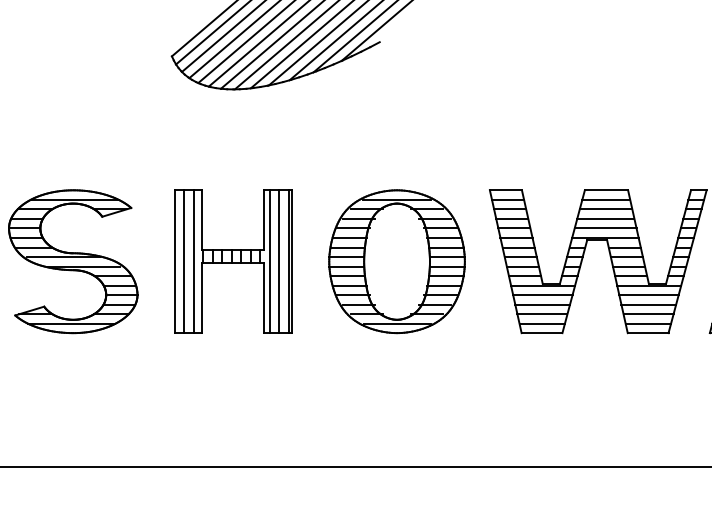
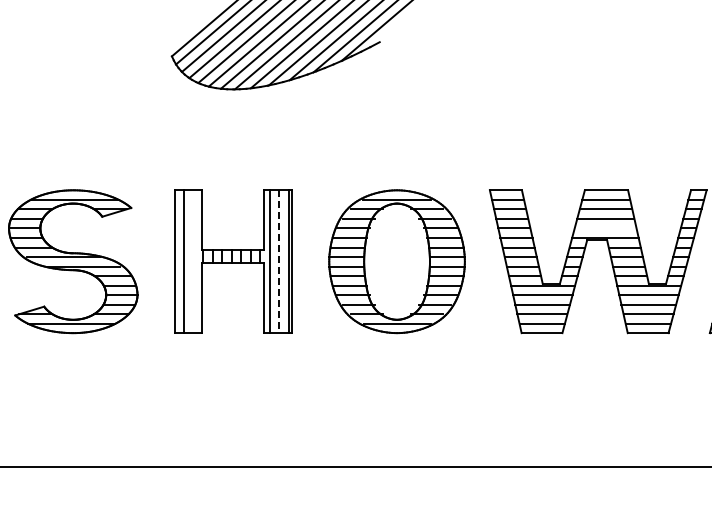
line at (605, 228): present -> none
line at (193, 261): present -> none
line at (279, 262): solid -> dashed
